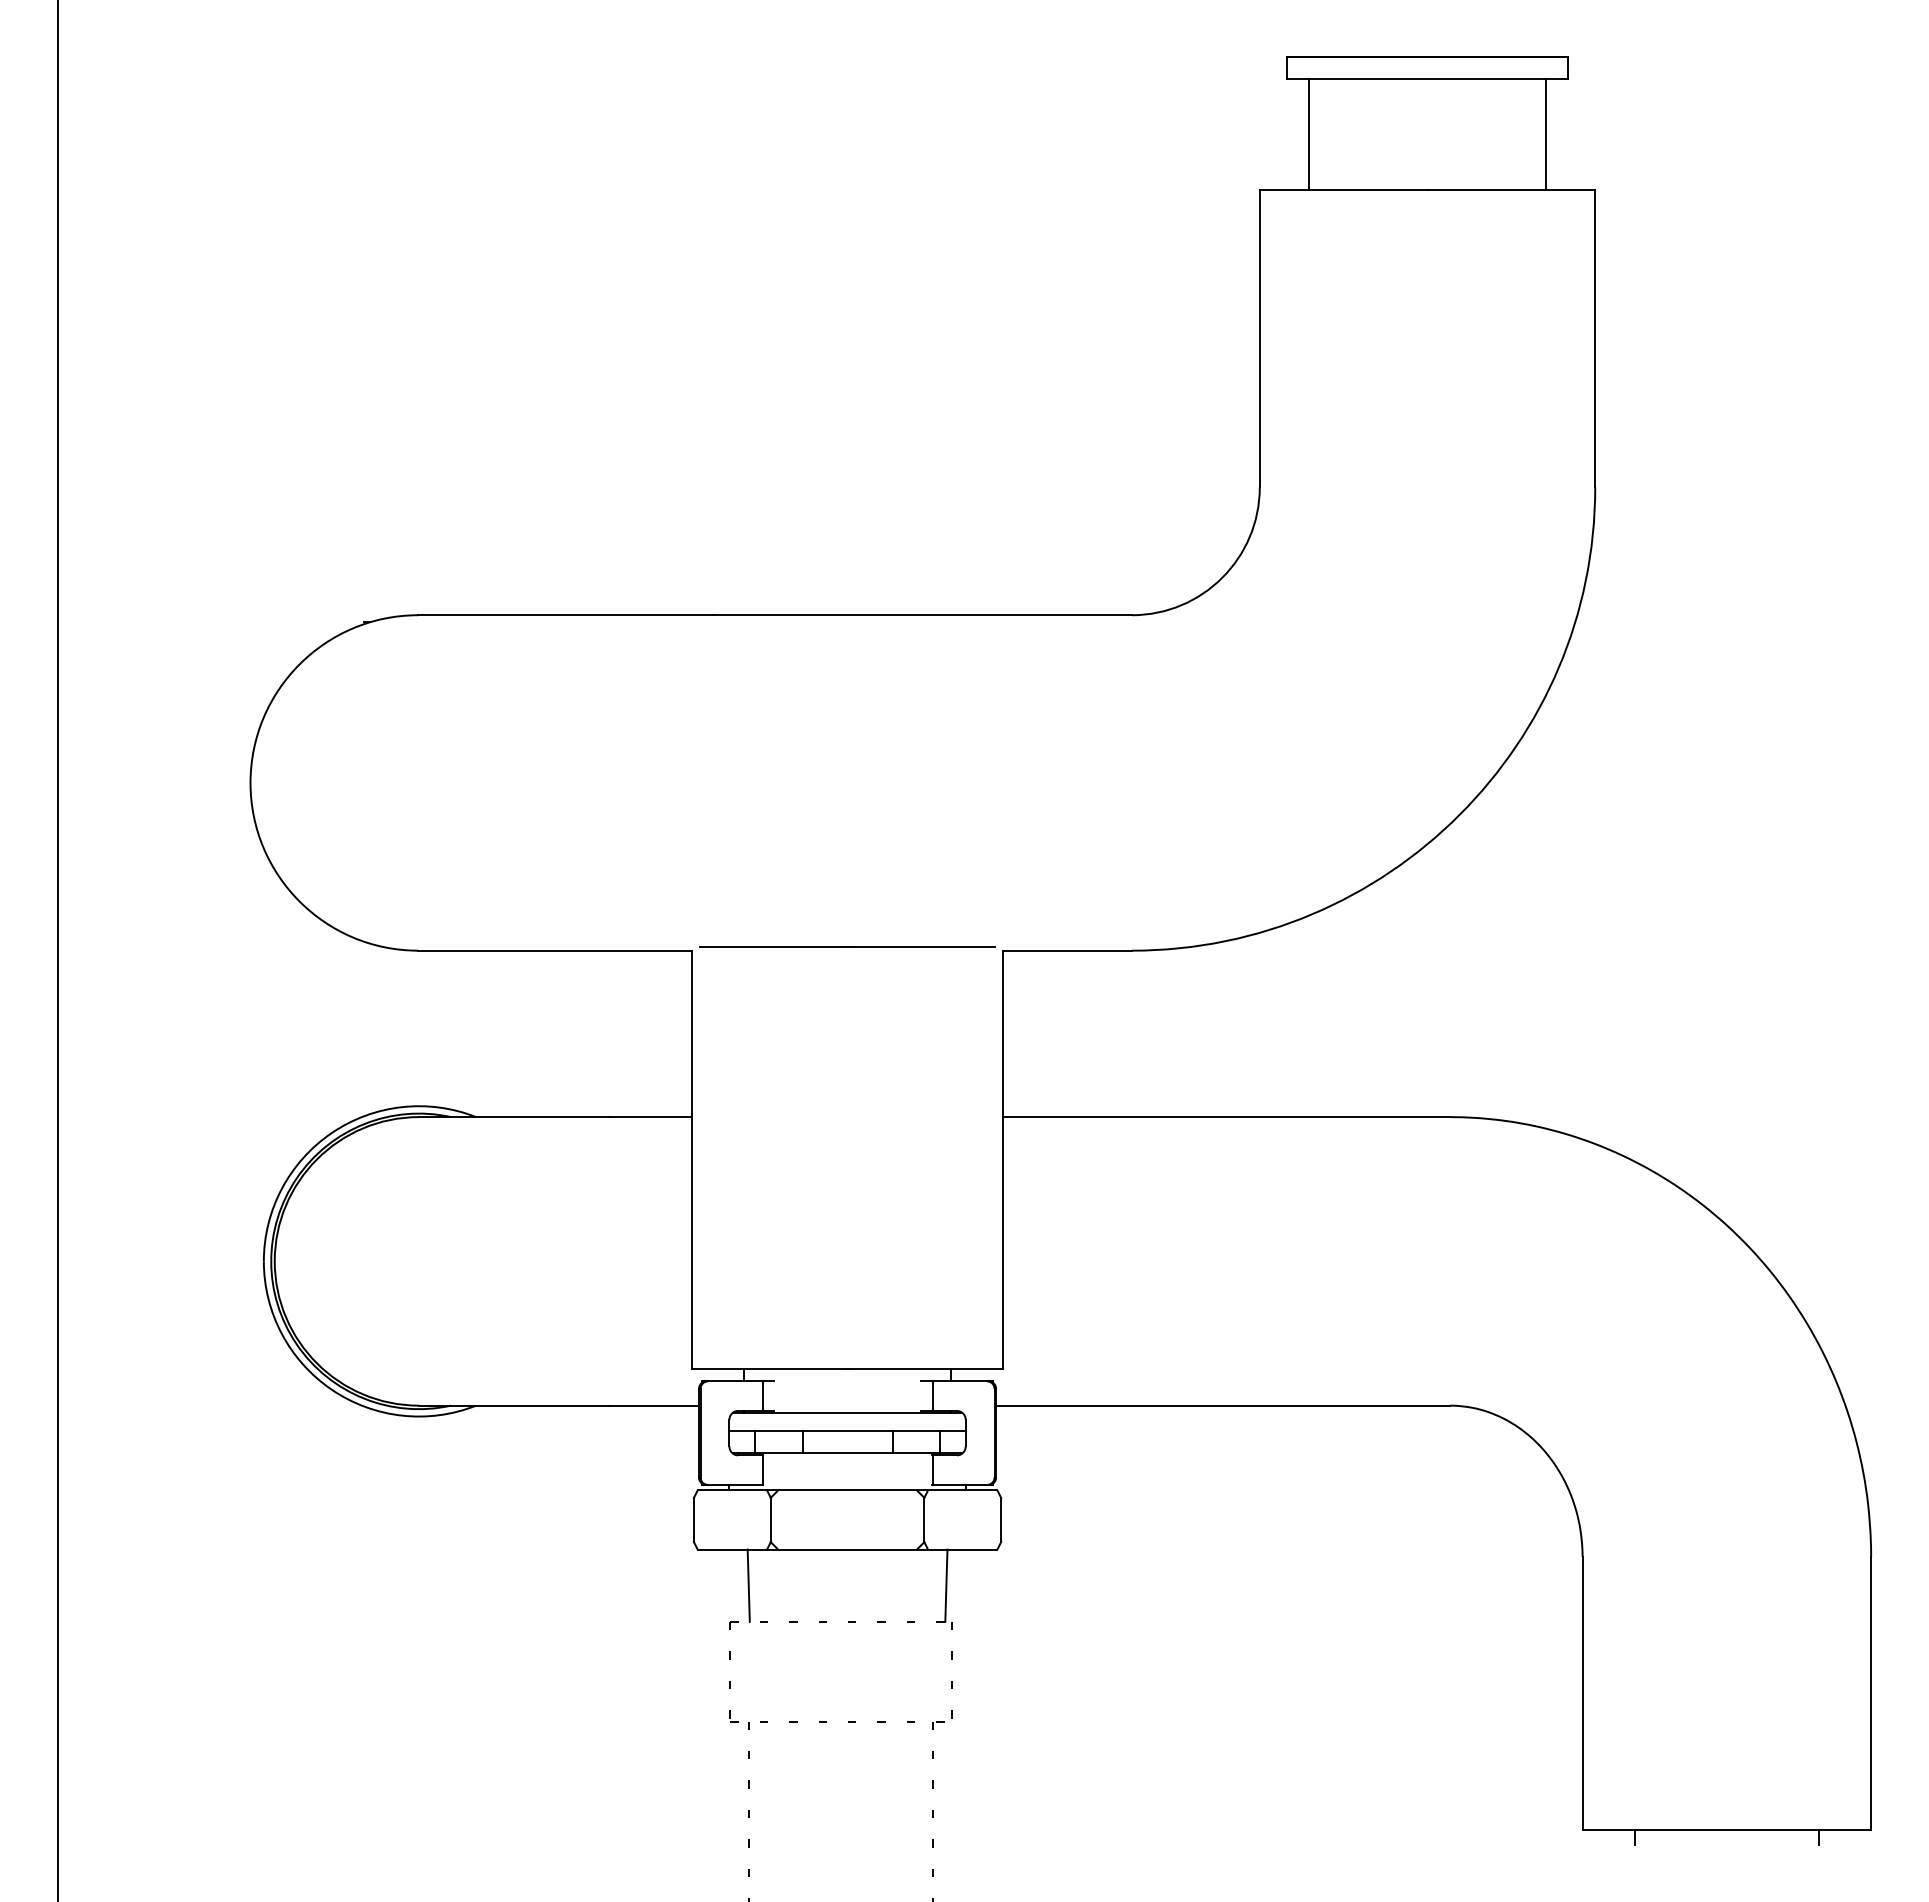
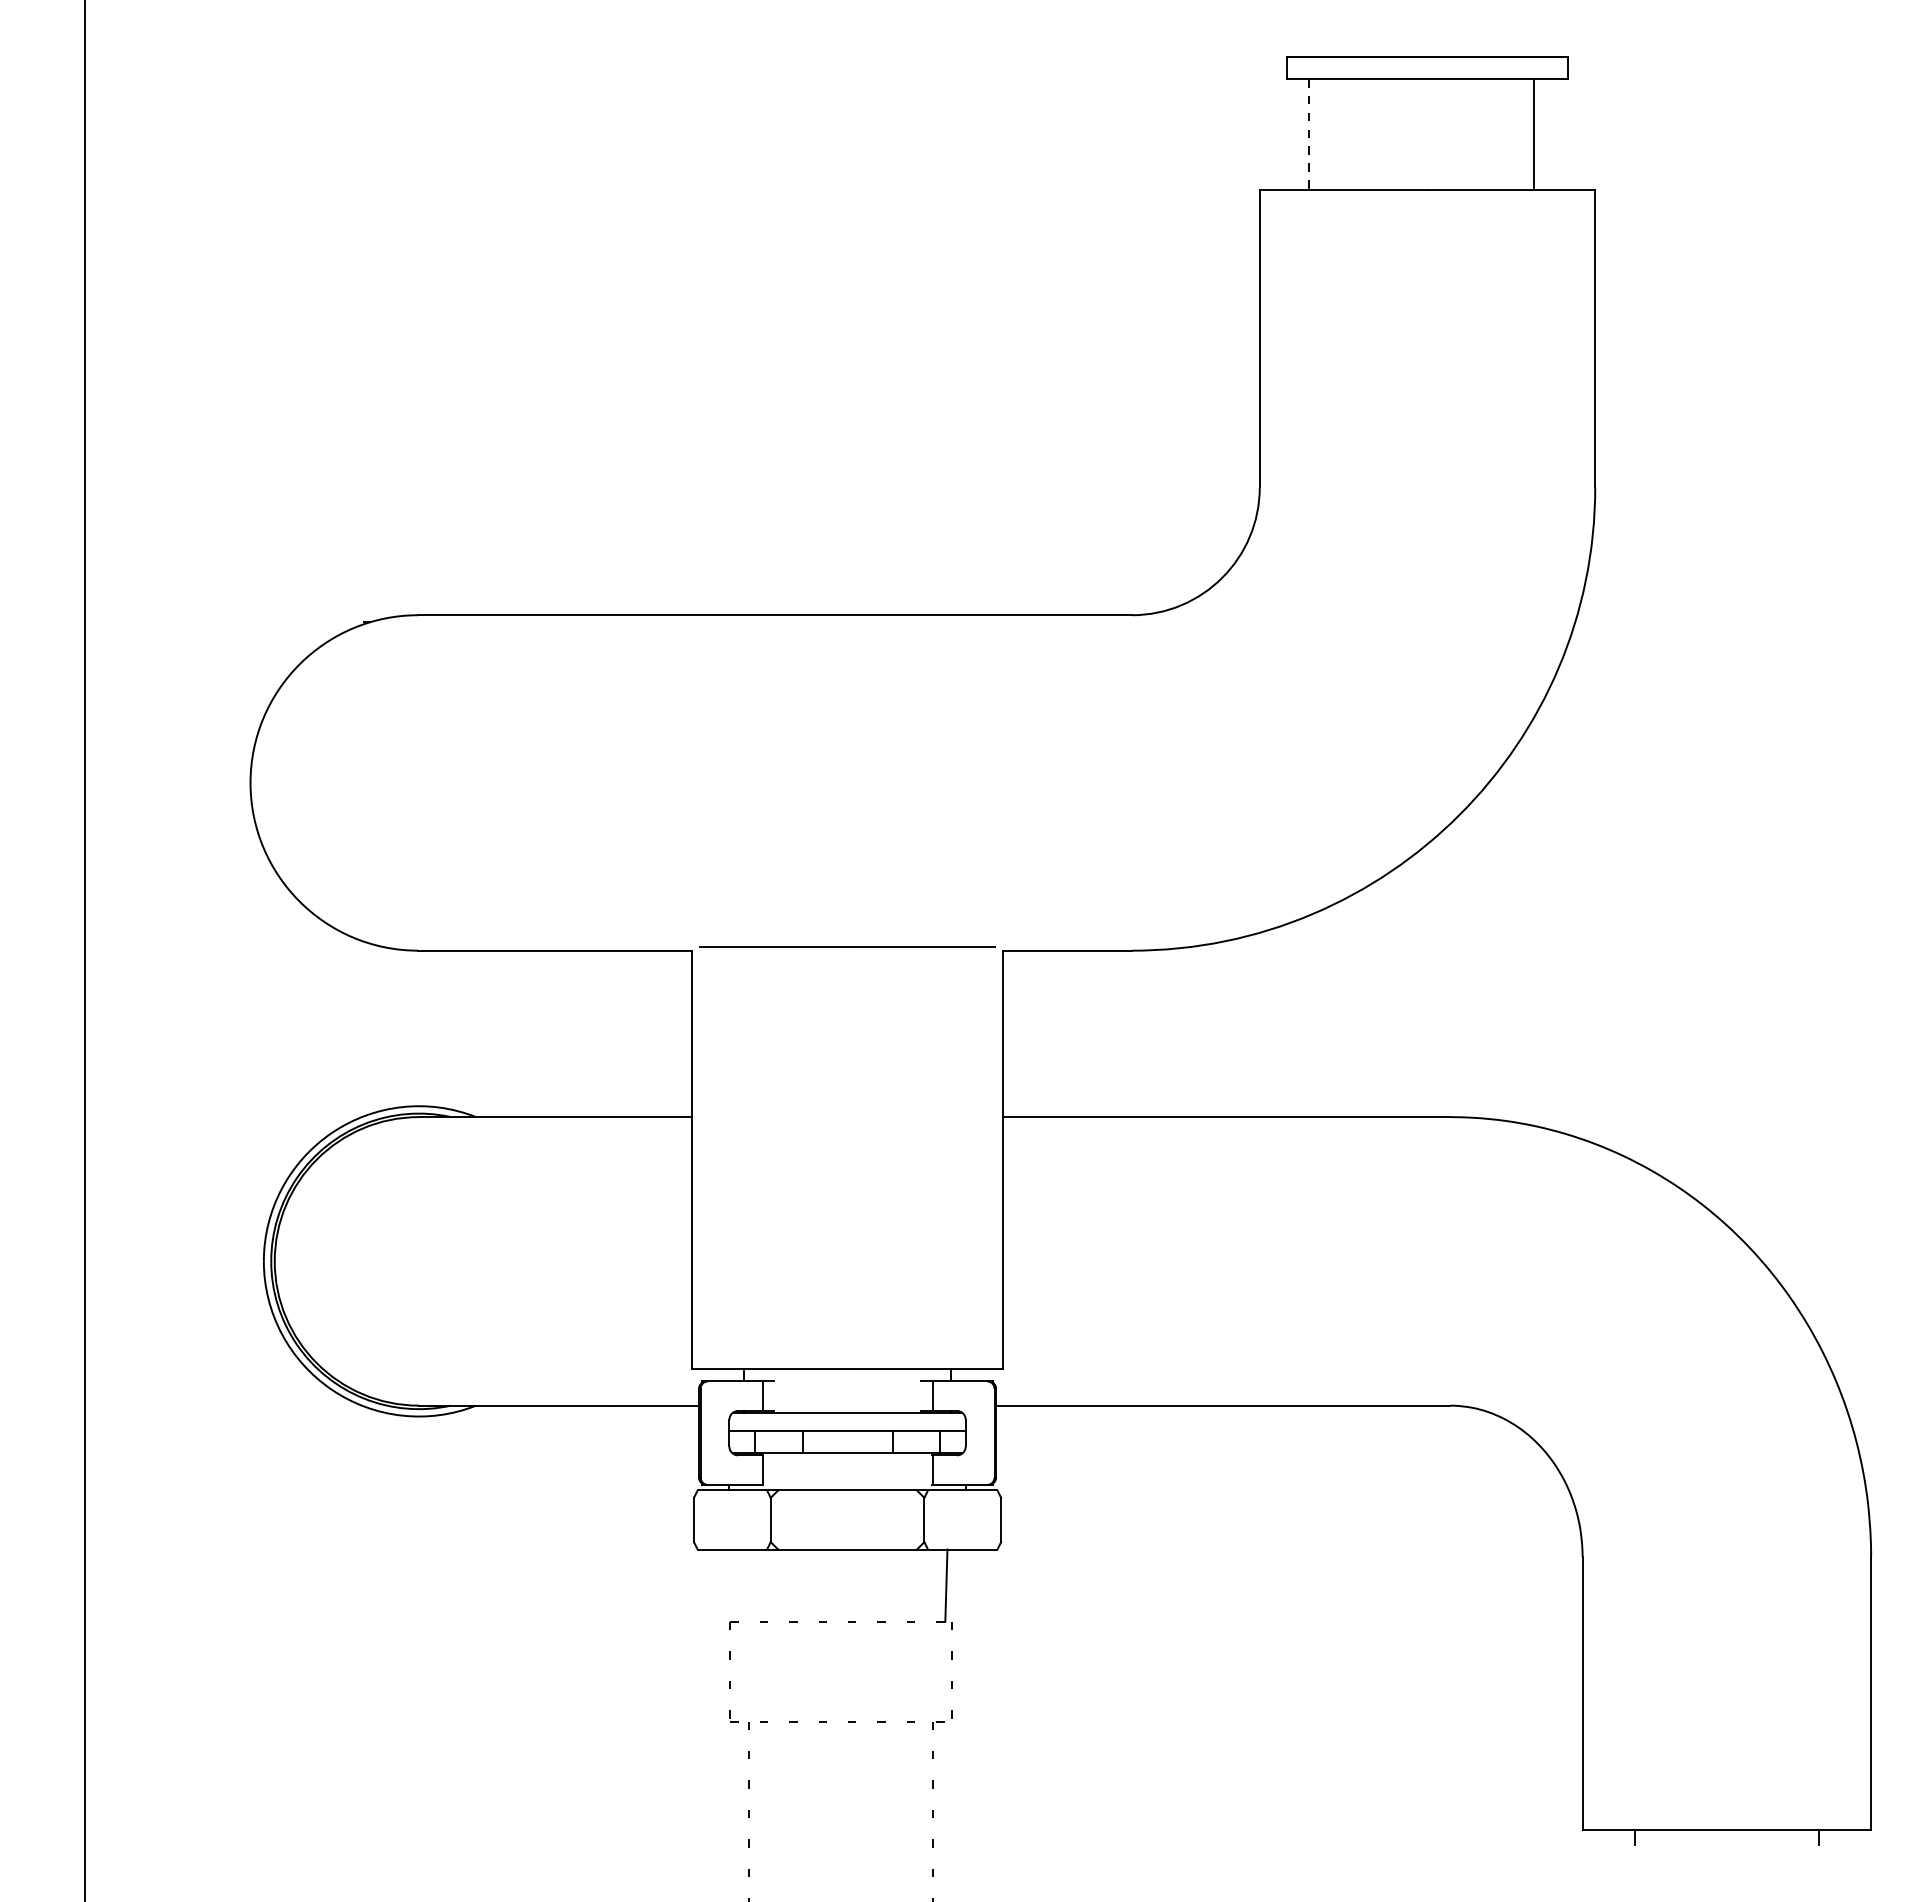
line at (1545, 134) position: (1545, 134) -> (1533, 134)
line at (1309, 135): solid -> dashed
line at (57, 950) position: (57, 950) -> (84, 950)
line at (748, 1585): present -> none
